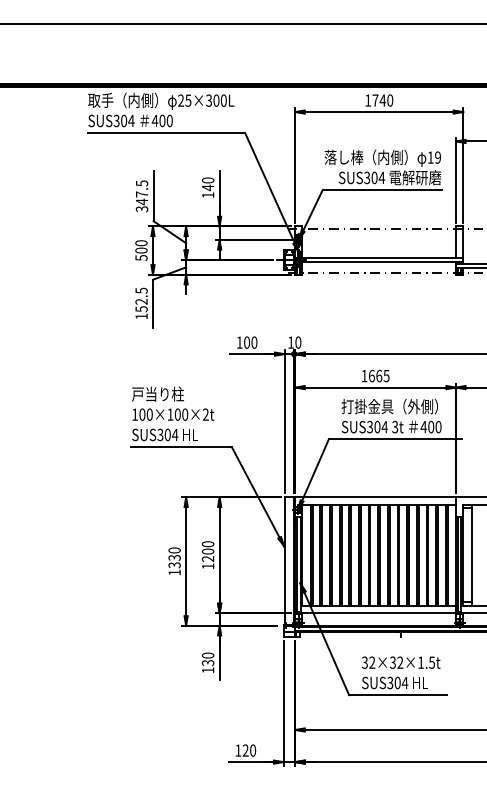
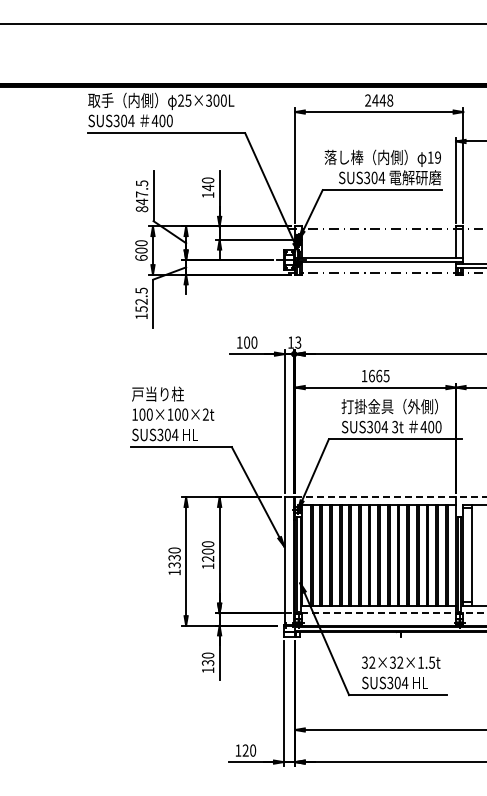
text at (379, 100): 1740 -> 2448
text at (142, 209): 347.5 -> 847.5
text at (141, 257): 500 -> 600
text at (298, 342): 10 -> 13
line at (390, 497): solid -> dashed
line at (393, 613): solid -> dashed
